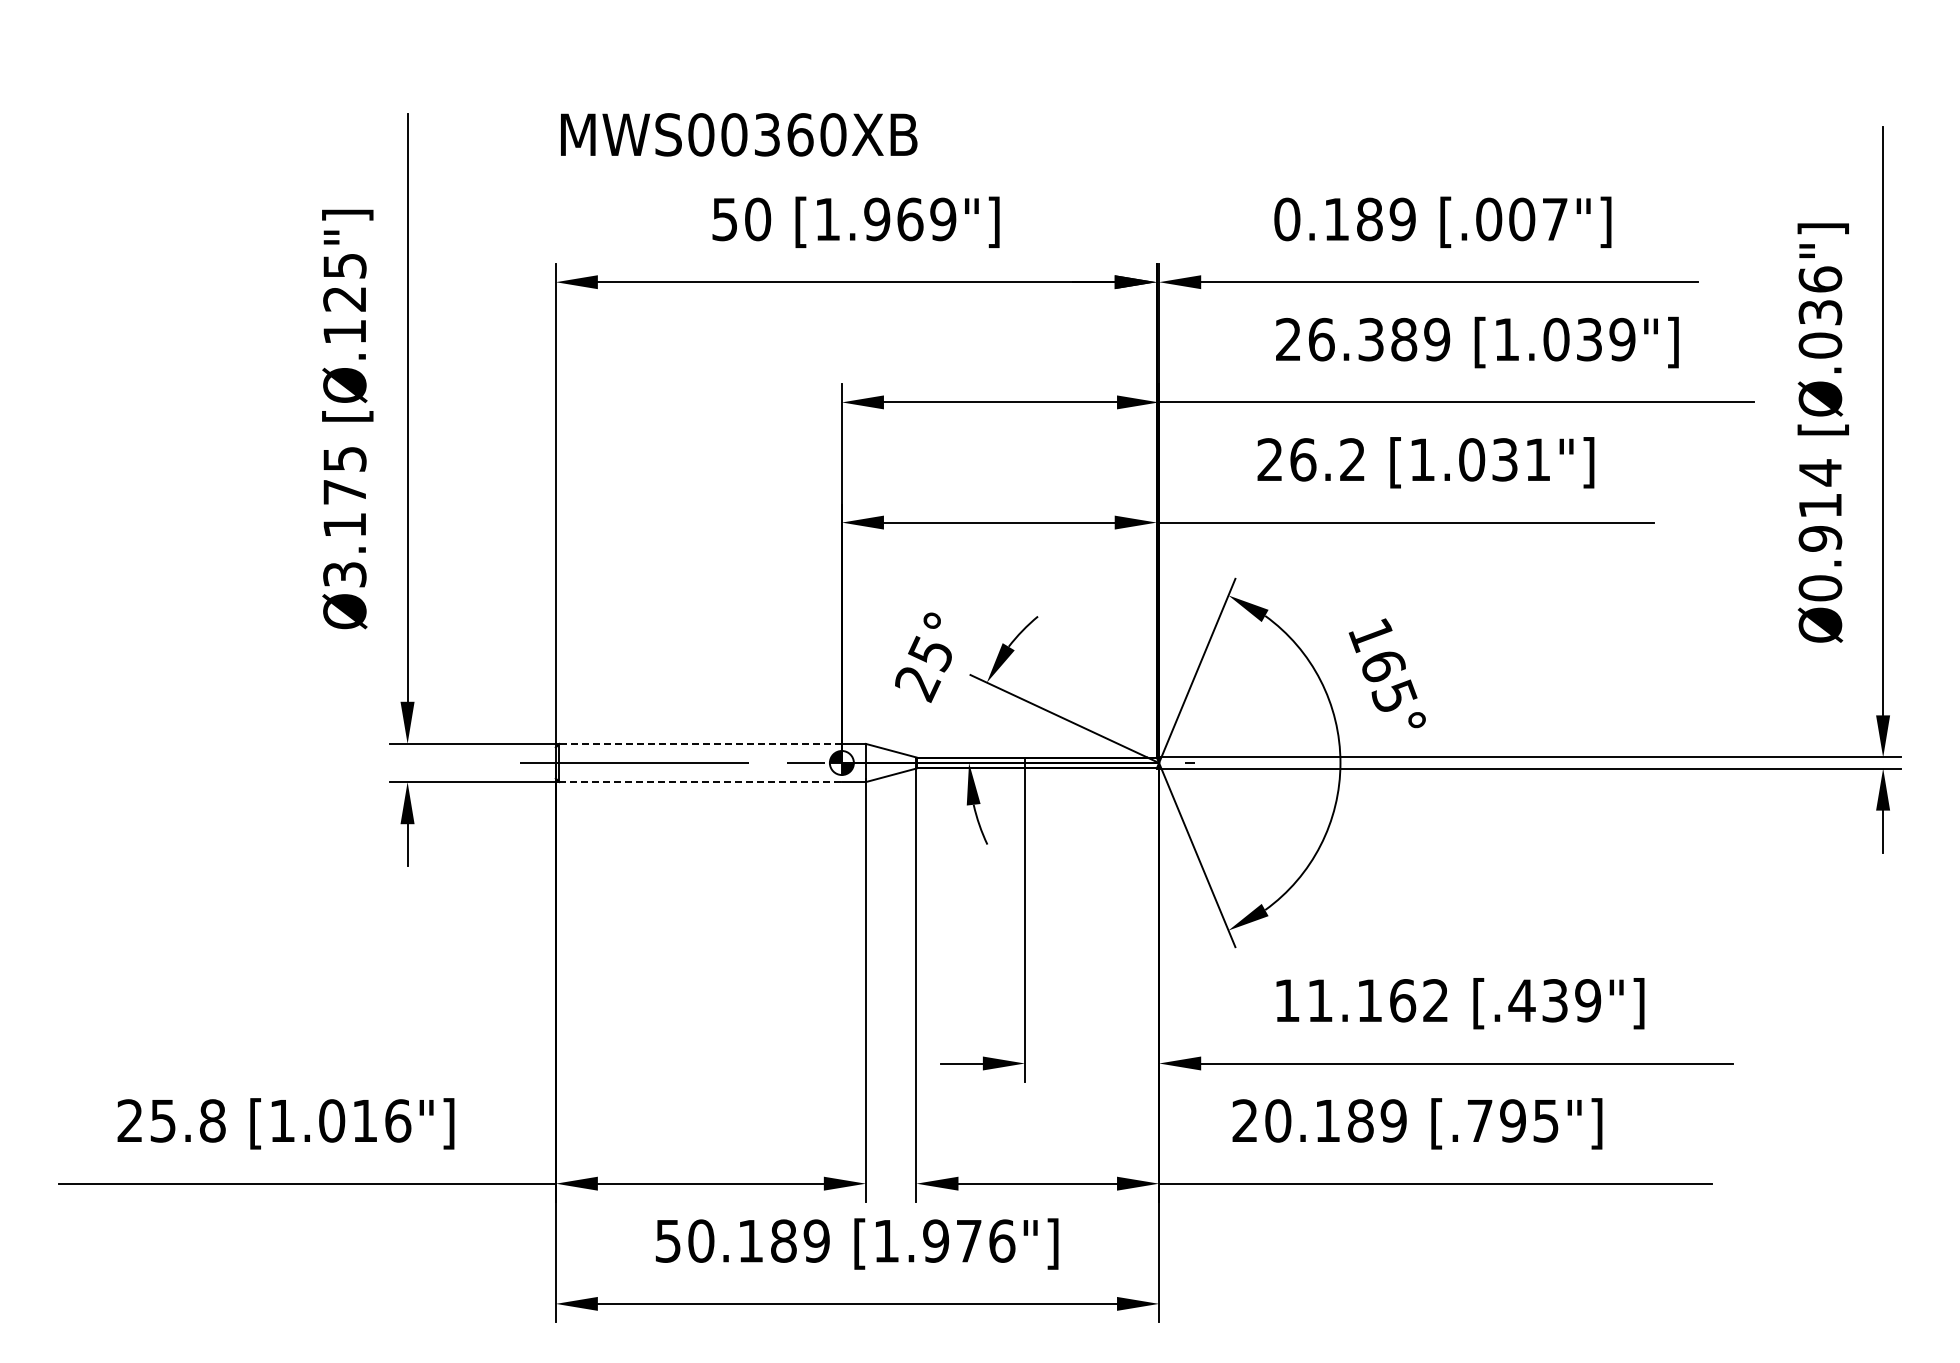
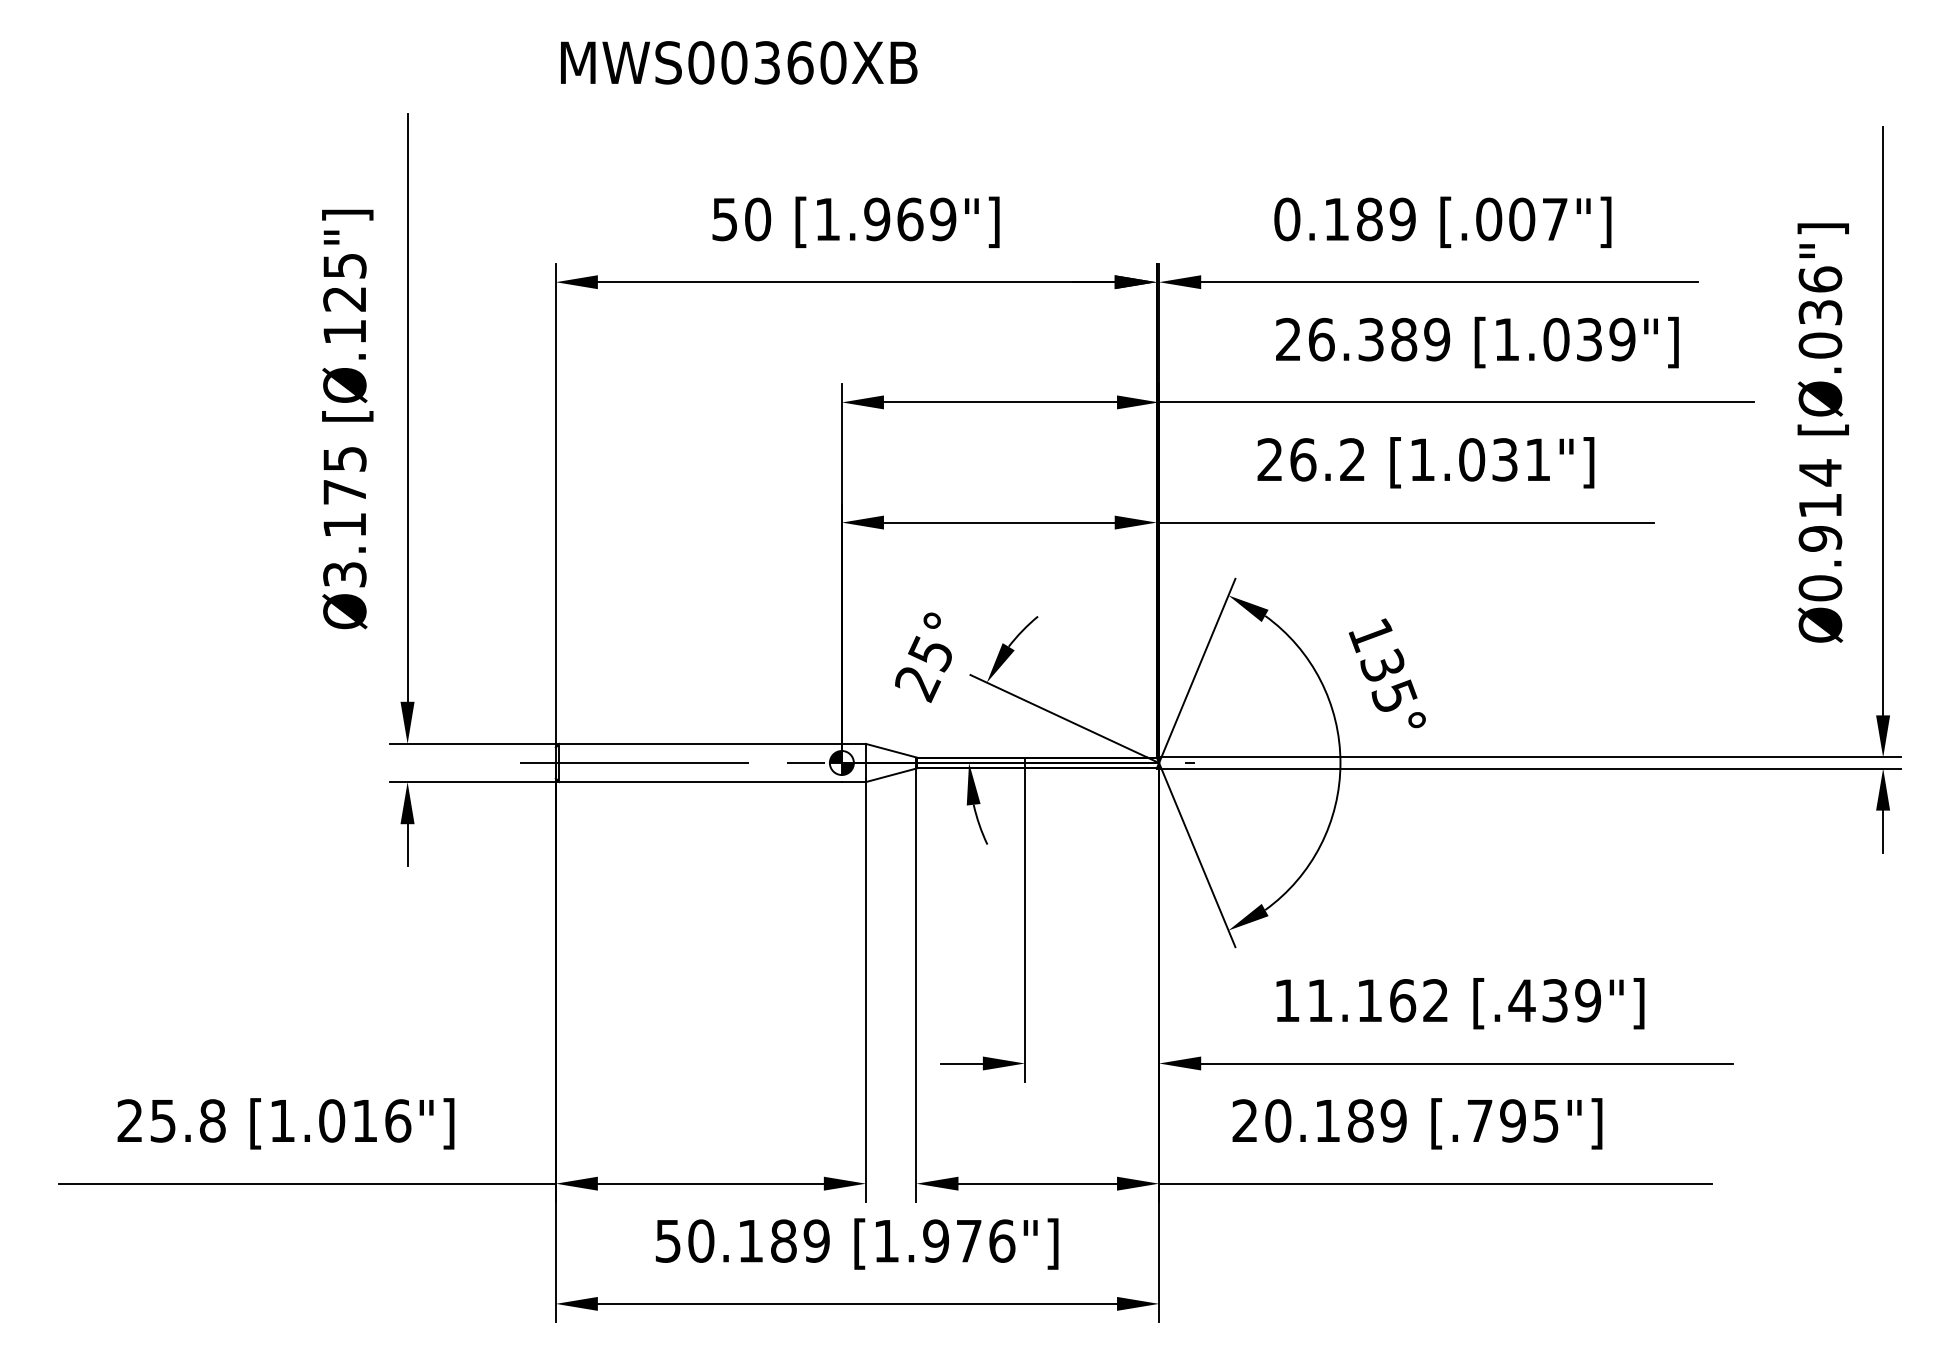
text at (739, 134) position: (739, 134) -> (739, 62)
text at (1382, 665): 165° -> 135°
line at (700, 743): dashed -> solid
line at (701, 782): dashed -> solid
